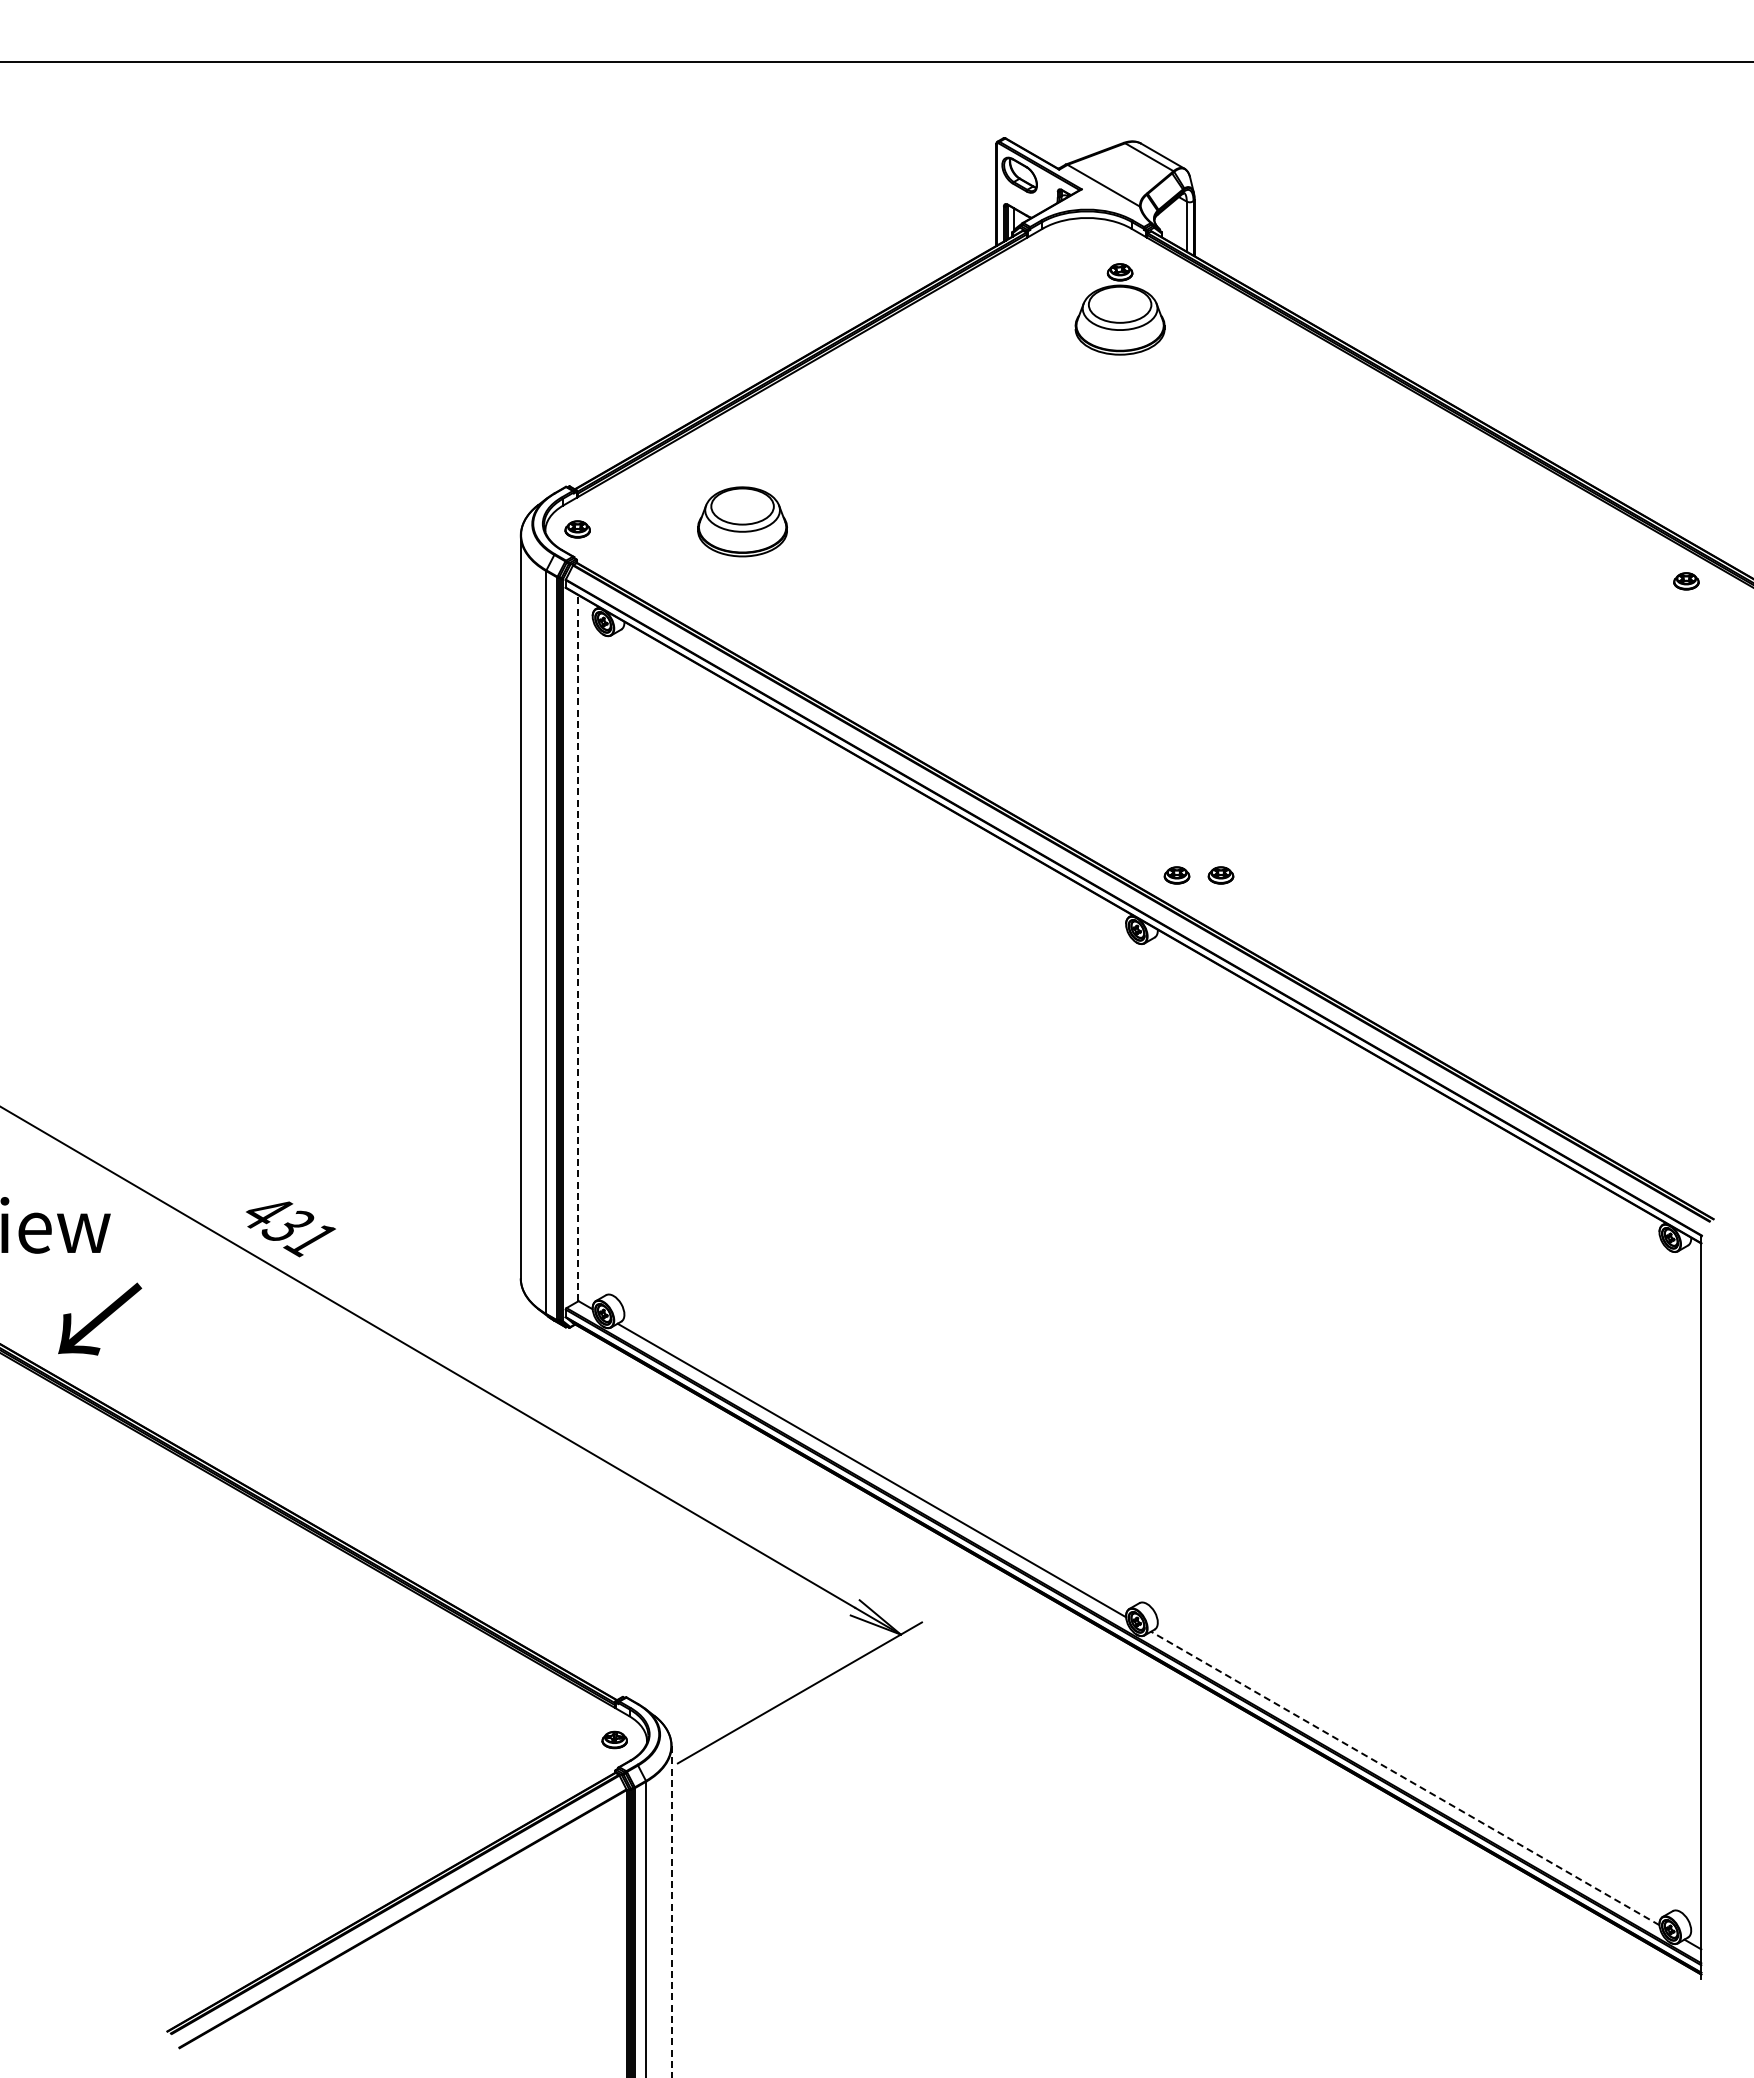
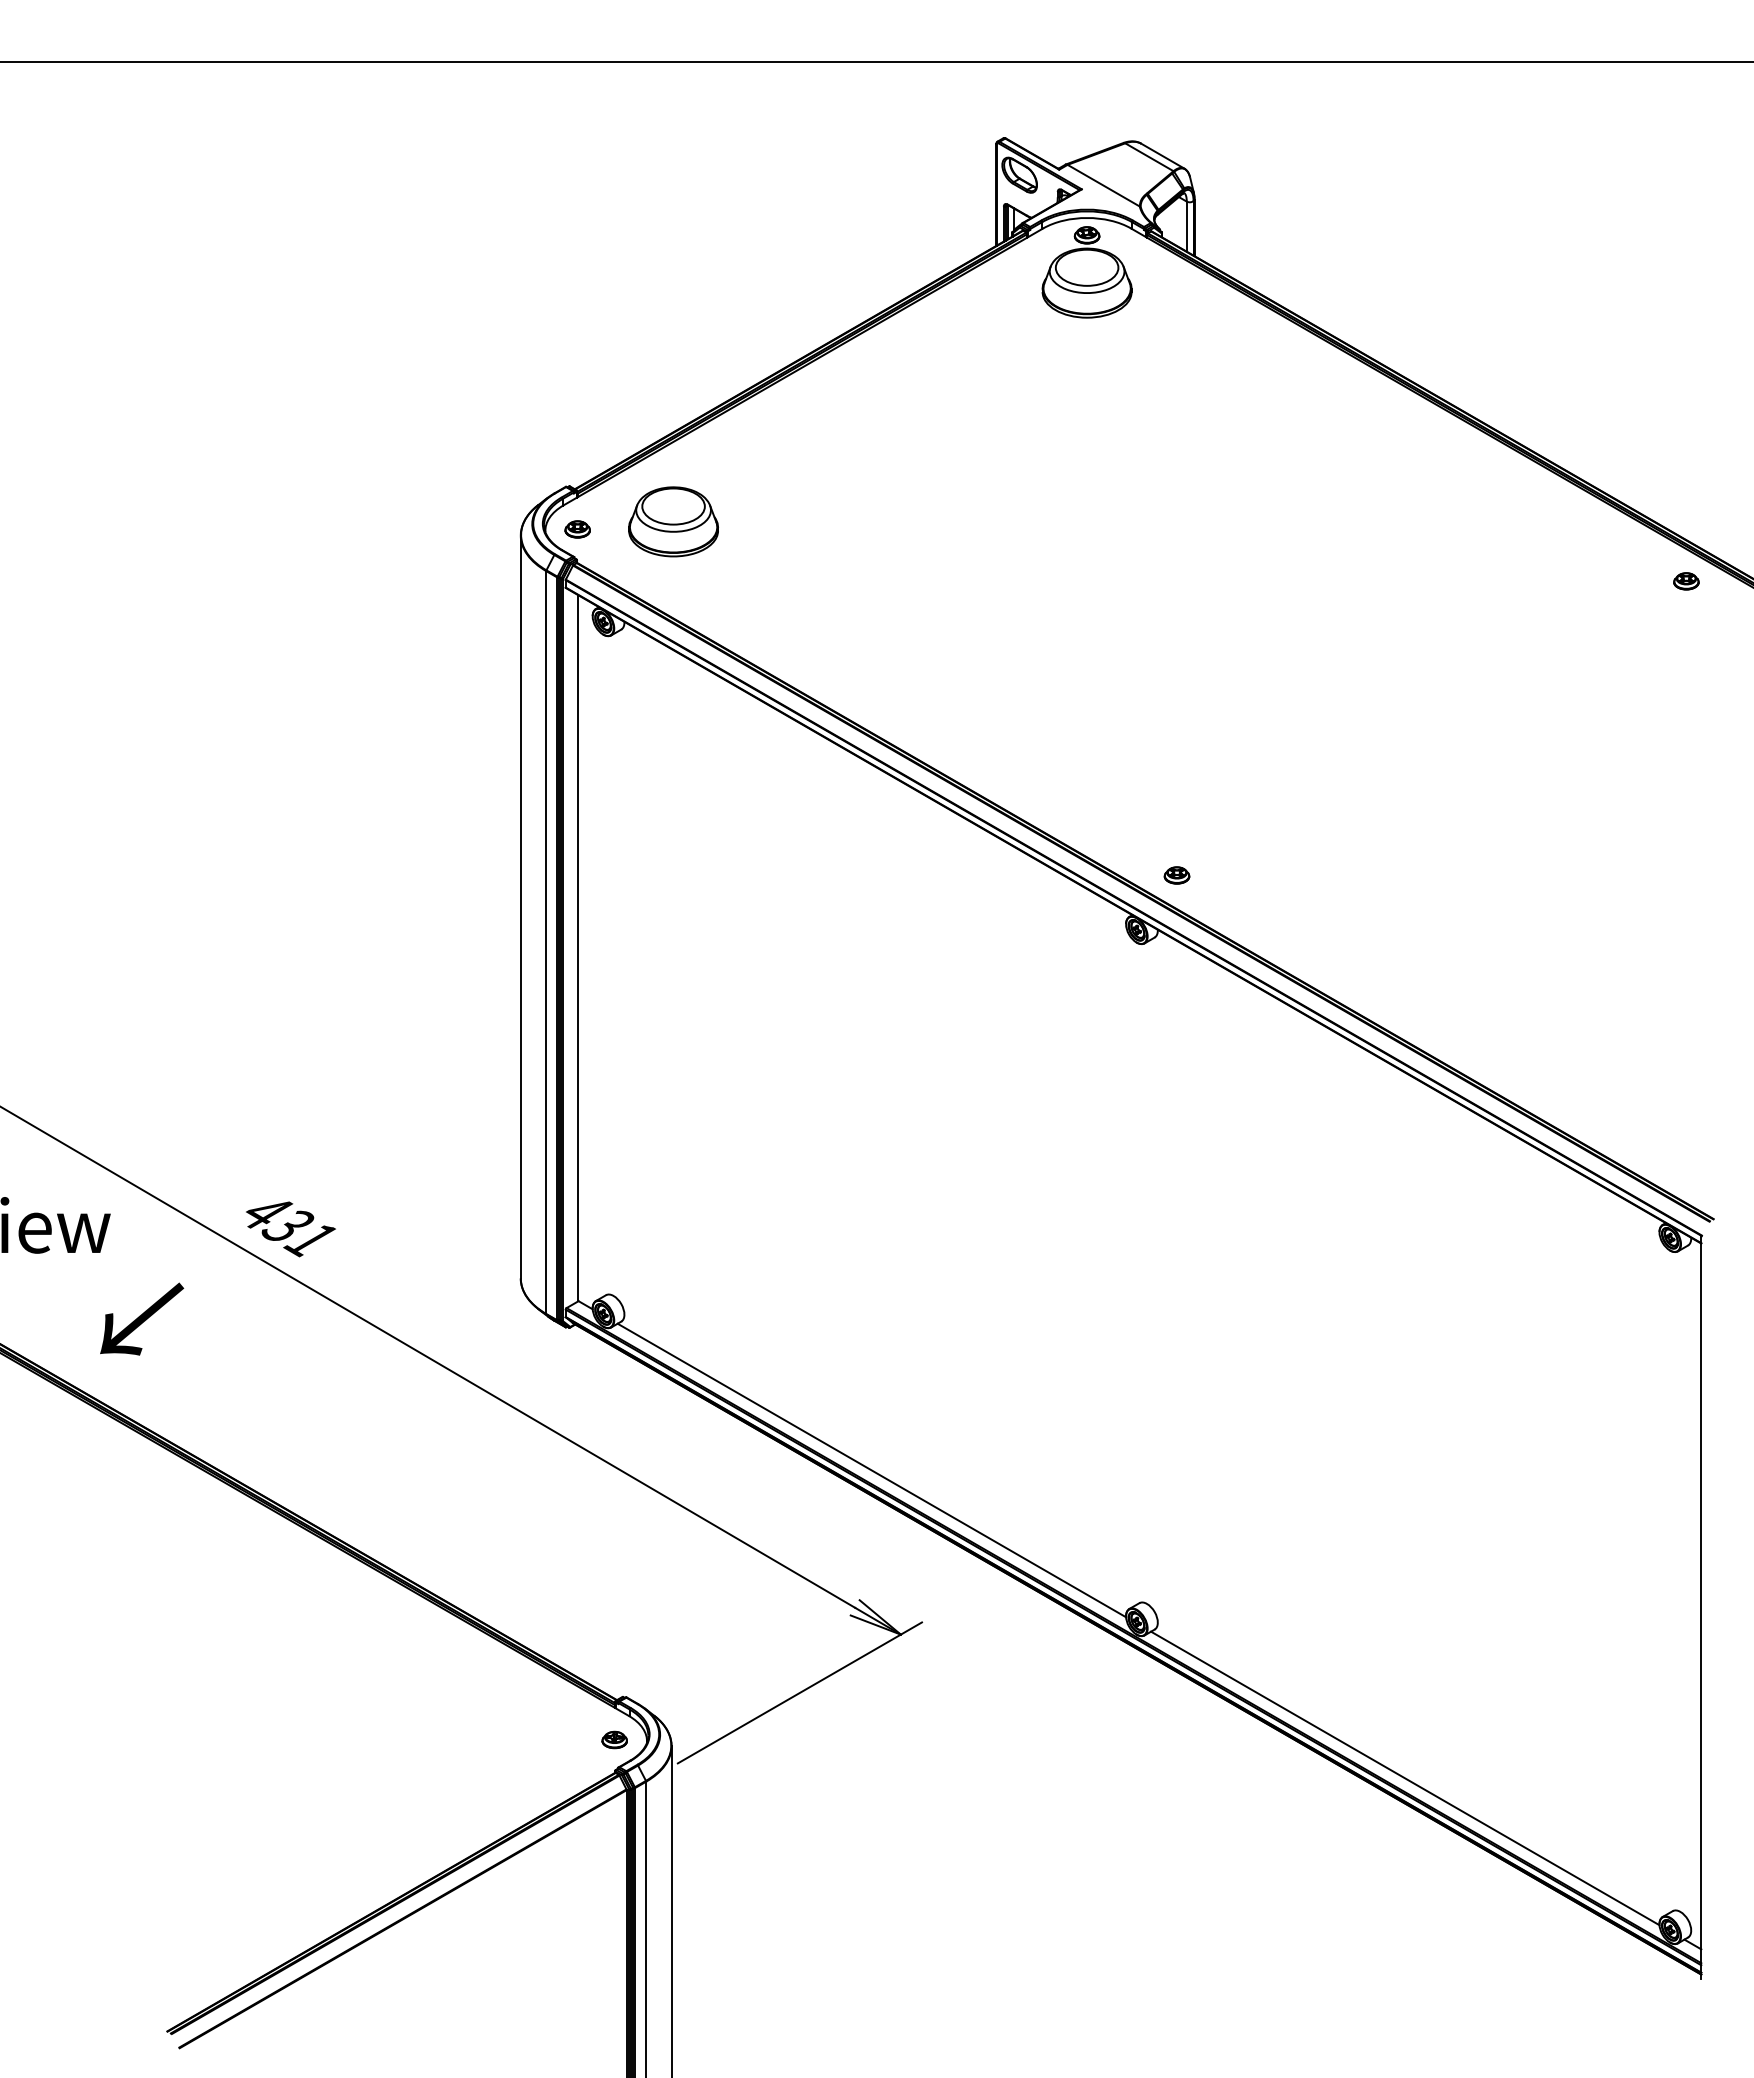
part at (1119, 309) position: (1119, 309) -> (1086, 272)
part at (742, 521) position: (742, 521) -> (673, 521)
part at (1220, 875): present -> none
line at (578, 948): dashed -> solid
text at (100, 1318) position: (100, 1318) -> (142, 1318)
line at (1405, 1778): dashed -> solid
line at (671, 1912): dashed -> solid
